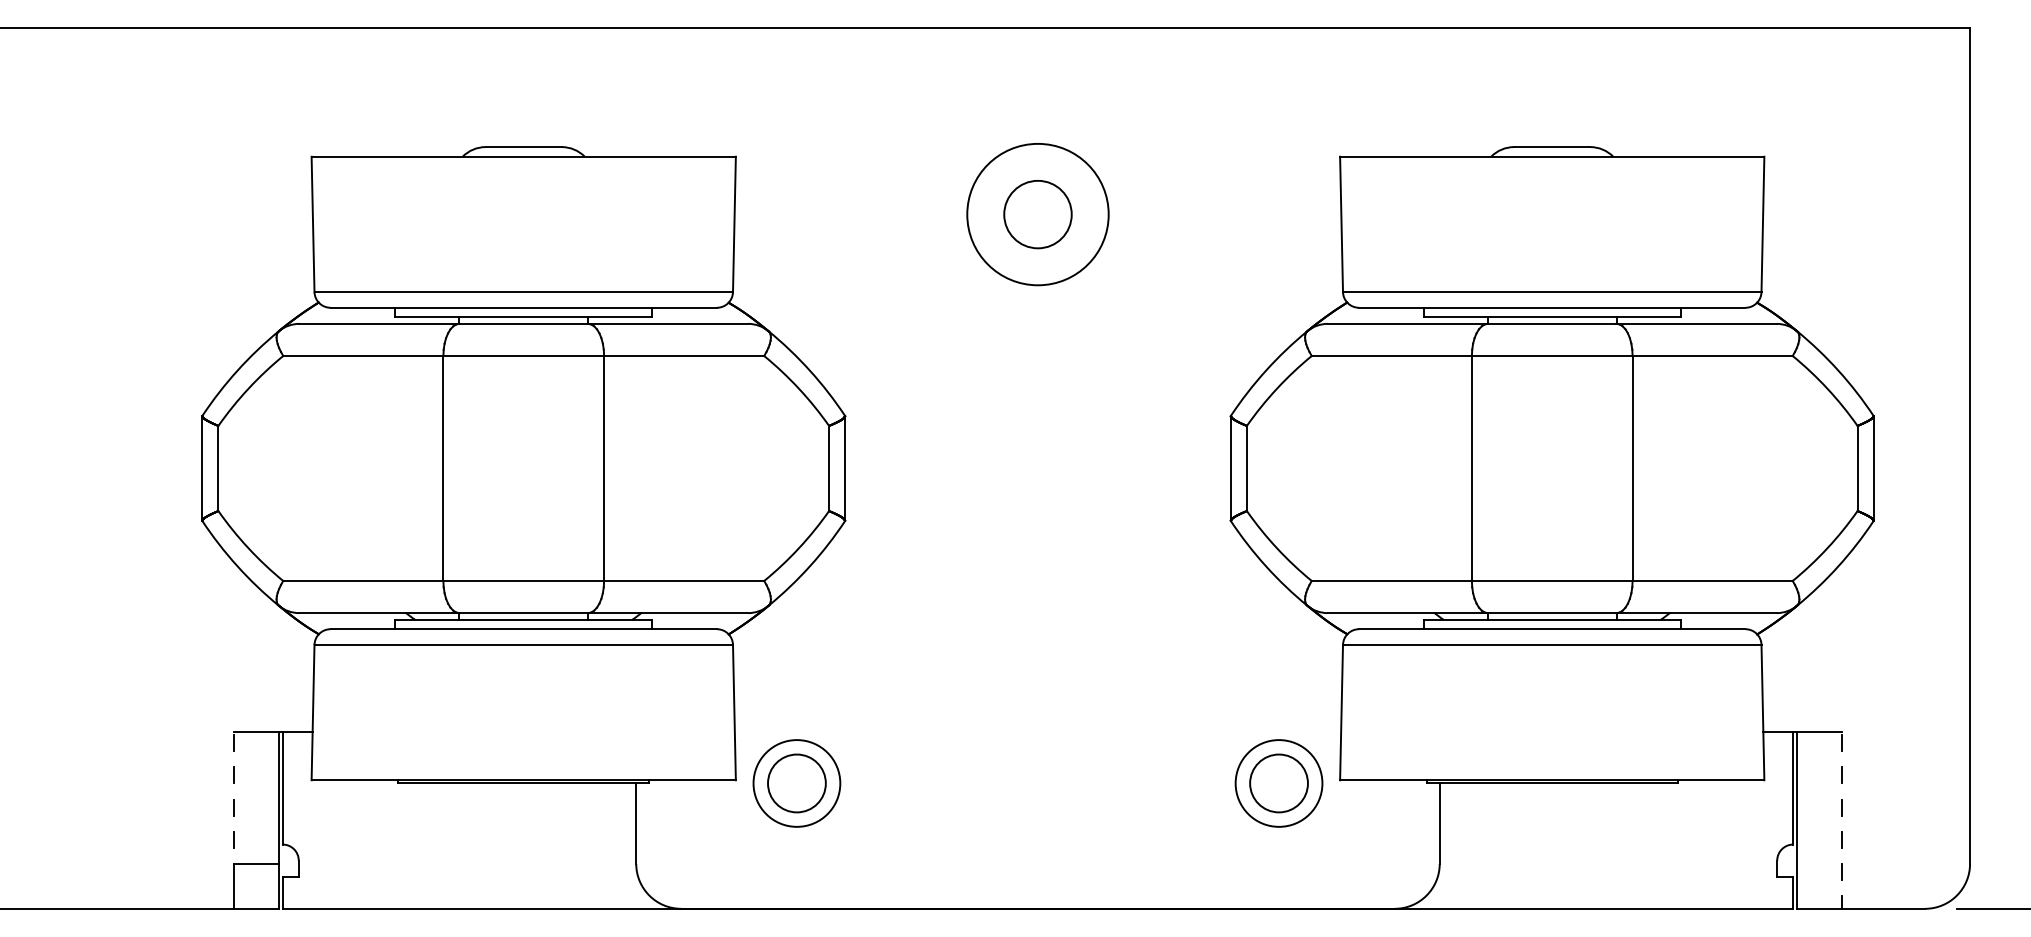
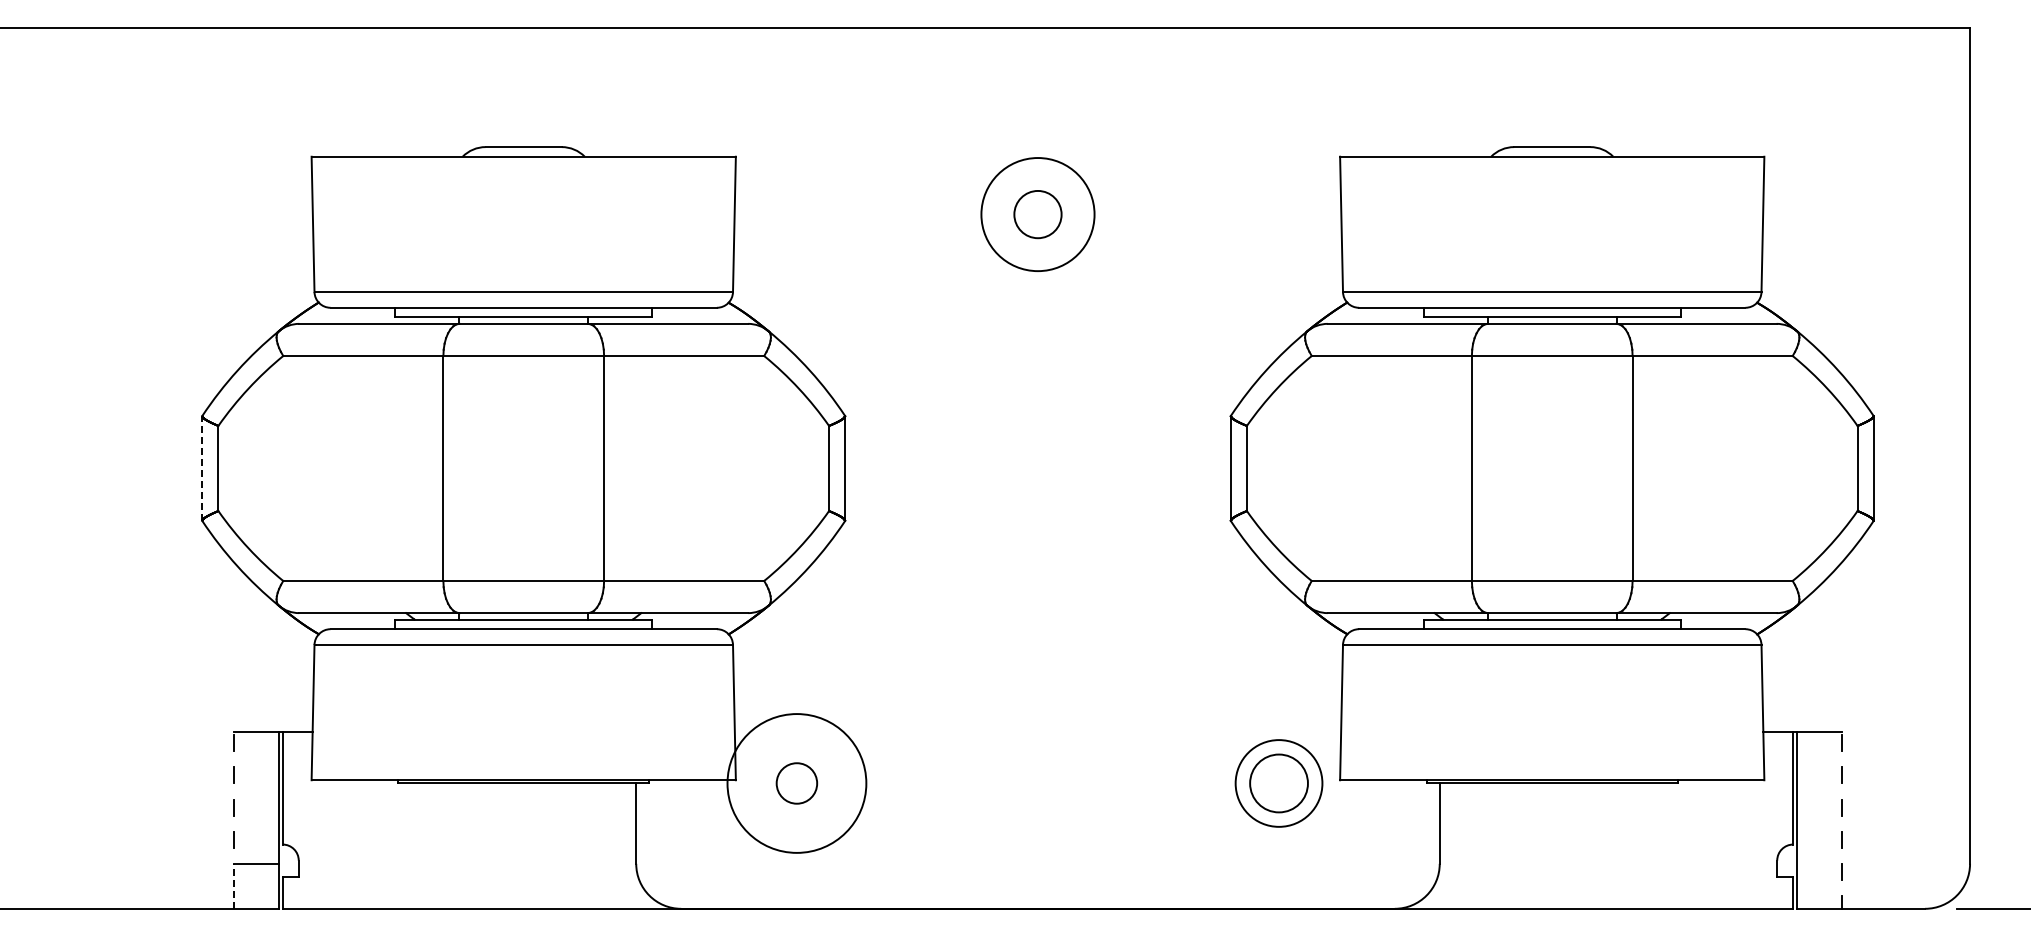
circle at (1037, 214) diameter: 141 px -> 113 px
circle at (1037, 214) diameter: 67 px -> 47 px
line at (202, 468): solid -> dashed
circle at (796, 783) diameter: 58 px -> 40 px
circle at (796, 783) diameter: 87 px -> 139 px
line at (234, 885): solid -> dashed
